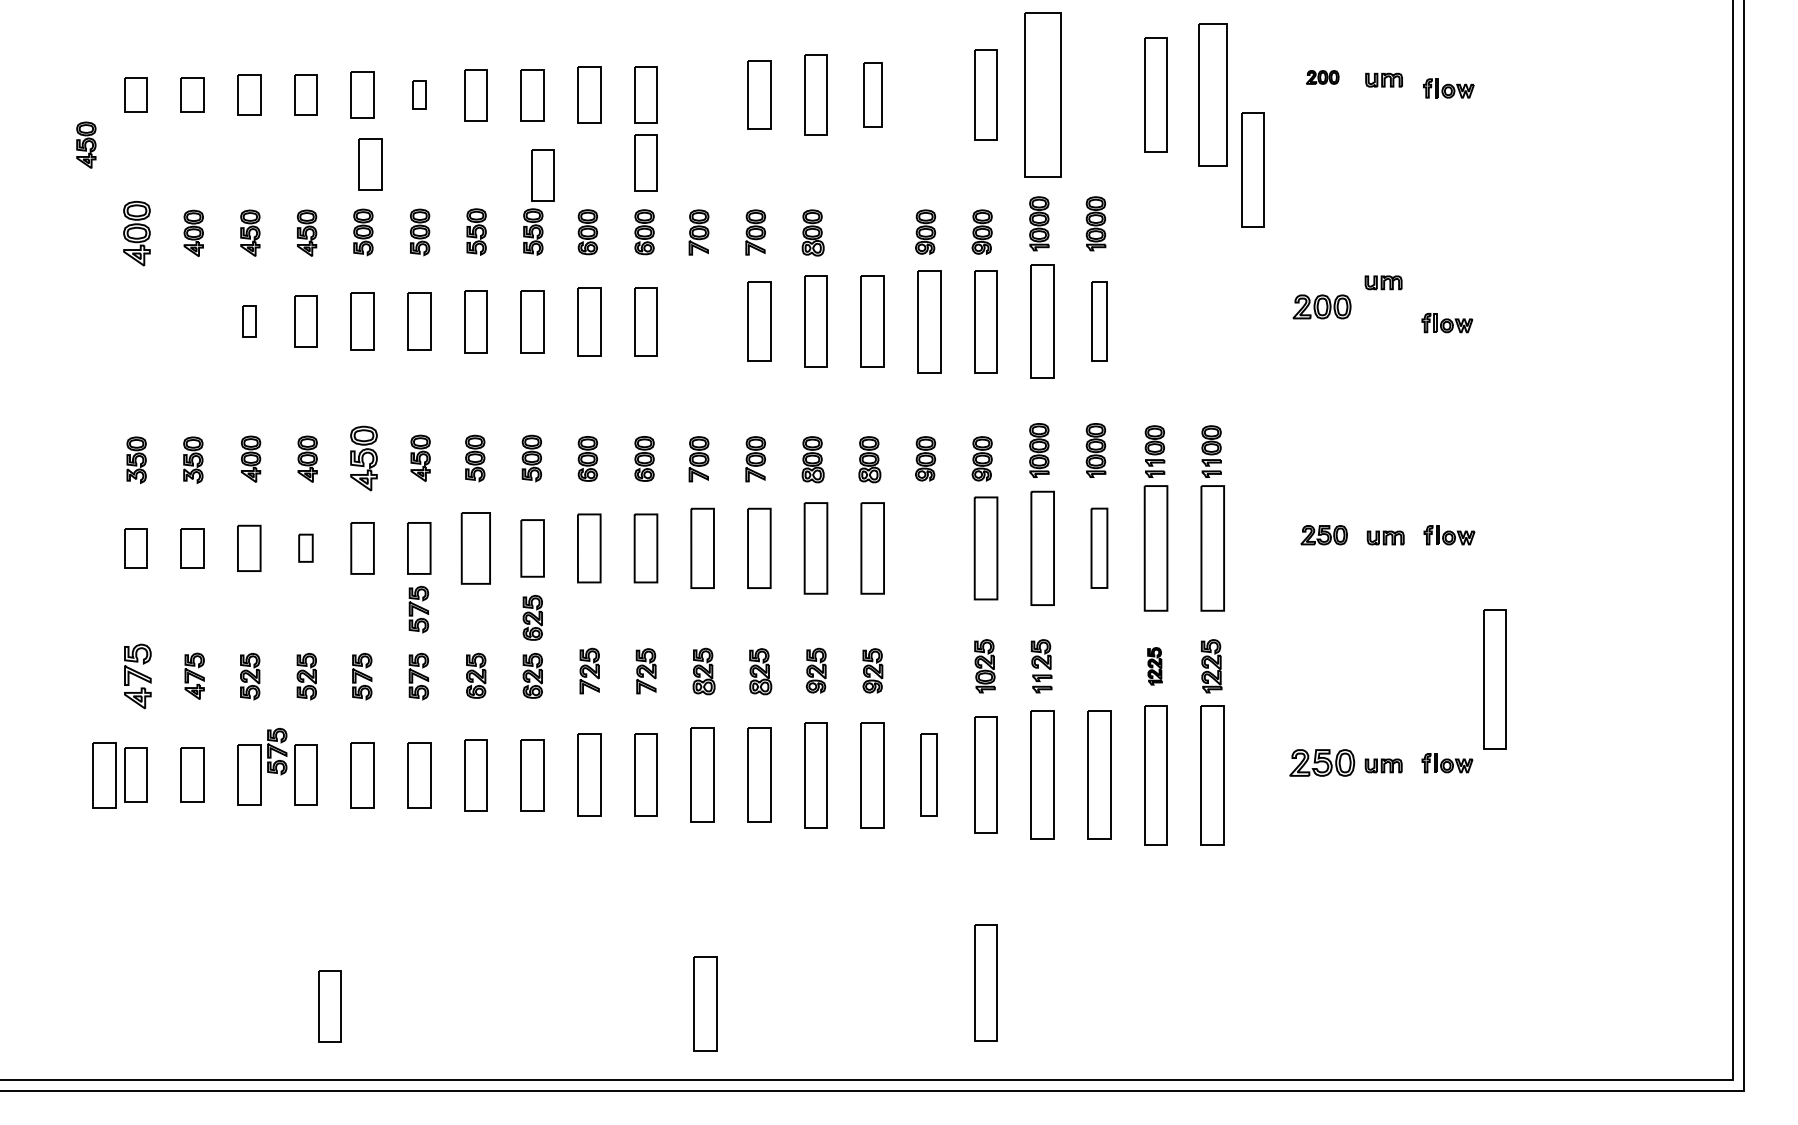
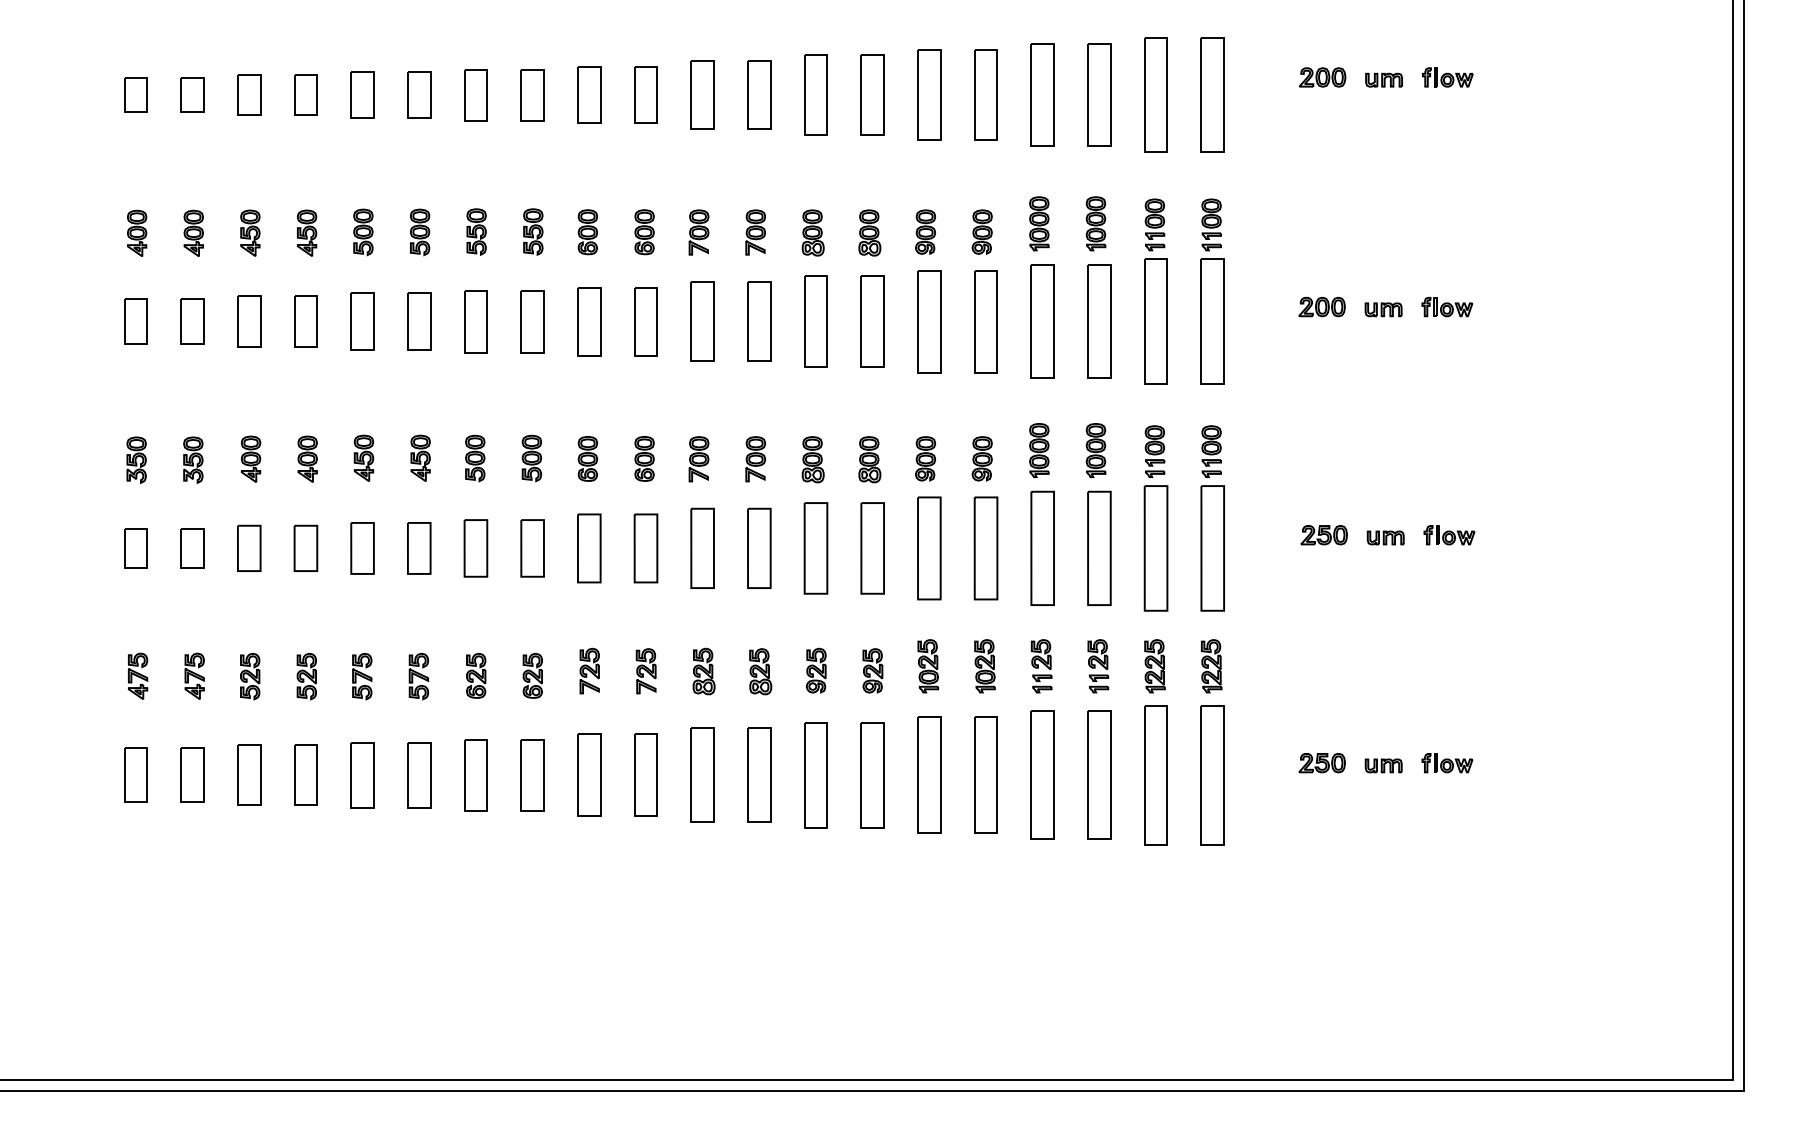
part at (1322, 77) size: 34x15 px -> 48x21 px
part at (1448, 88) position: (1448, 88) -> (1447, 77)
part at (419, 94) size: 15x30 px -> 25x48 px
part at (702, 94): none -> present
part at (872, 94) size: 20x66 px -> 25x82 px
part at (929, 94): none -> present
part at (1042, 94) size: 38x166 px -> 25x104 px
part at (1099, 94): none -> present
part at (1212, 94) size: 30x144 px -> 25x116 px
part at (86, 144): present -> none
part at (645, 162): present -> none
part at (370, 164): present -> none
part at (1252, 169): present -> none
part at (542, 175): present -> none
part at (869, 232): none -> present
part at (136, 233) size: 28x66 px -> 21x48 px
part at (1383, 282) position: (1383, 282) -> (1383, 309)
part at (1155, 291): none -> present
part at (1212, 291): none -> present
part at (1321, 306) size: 60x26 px -> 48x21 px
part at (135, 321): none -> present
part at (192, 321): none -> present
part at (249, 321) size: 15x33 px -> 25x53 px
part at (702, 321): none -> present
part at (1099, 321) size: 17x81 px -> 25x115 px
part at (1447, 323) position: (1447, 323) -> (1447, 307)
part at (363, 458) size: 28x67 px -> 22x48 px
part at (305, 547) size: 16x30 px -> 26x48 px
part at (1099, 547) size: 19x82 px -> 25x116 px
part at (475, 548) size: 31x73 px -> 26x59 px
part at (929, 548): none -> present
part at (418, 609): present -> none
part at (532, 617): present -> none
part at (928, 666): none -> present
part at (1098, 666): none -> present
part at (1154, 666) size: 16x39 px -> 22x55 px
part at (137, 676) size: 28x67 px -> 21x48 px
part at (1494, 679): present -> none
part at (277, 751): present -> none
part at (1322, 762) size: 67x28 px -> 48x21 px
part at (928, 774) size: 18x84 px -> 25x118 px
part at (104, 775): present -> none
part at (985, 982): present -> none
part at (705, 1003): present -> none
part at (329, 1006): present -> none
